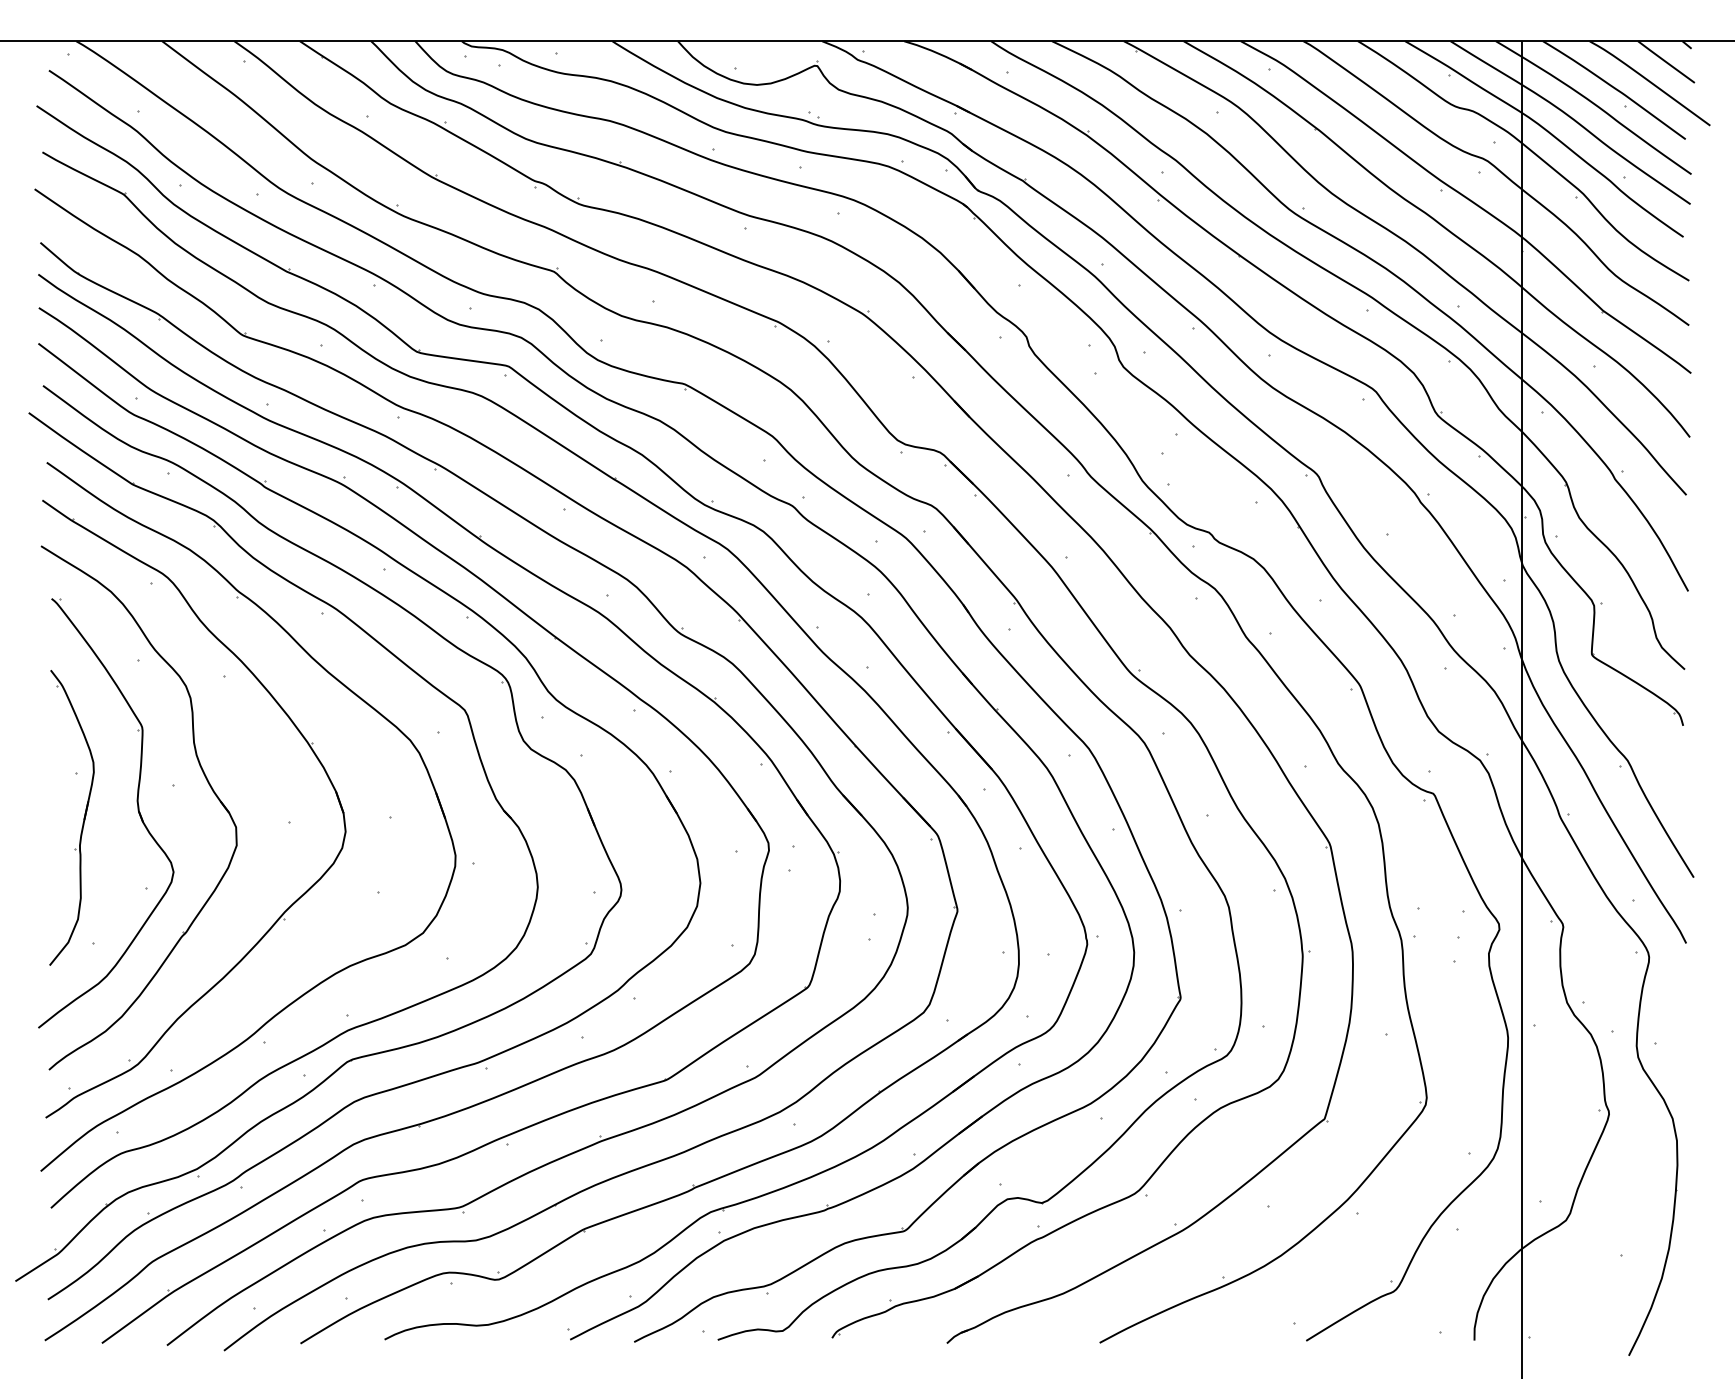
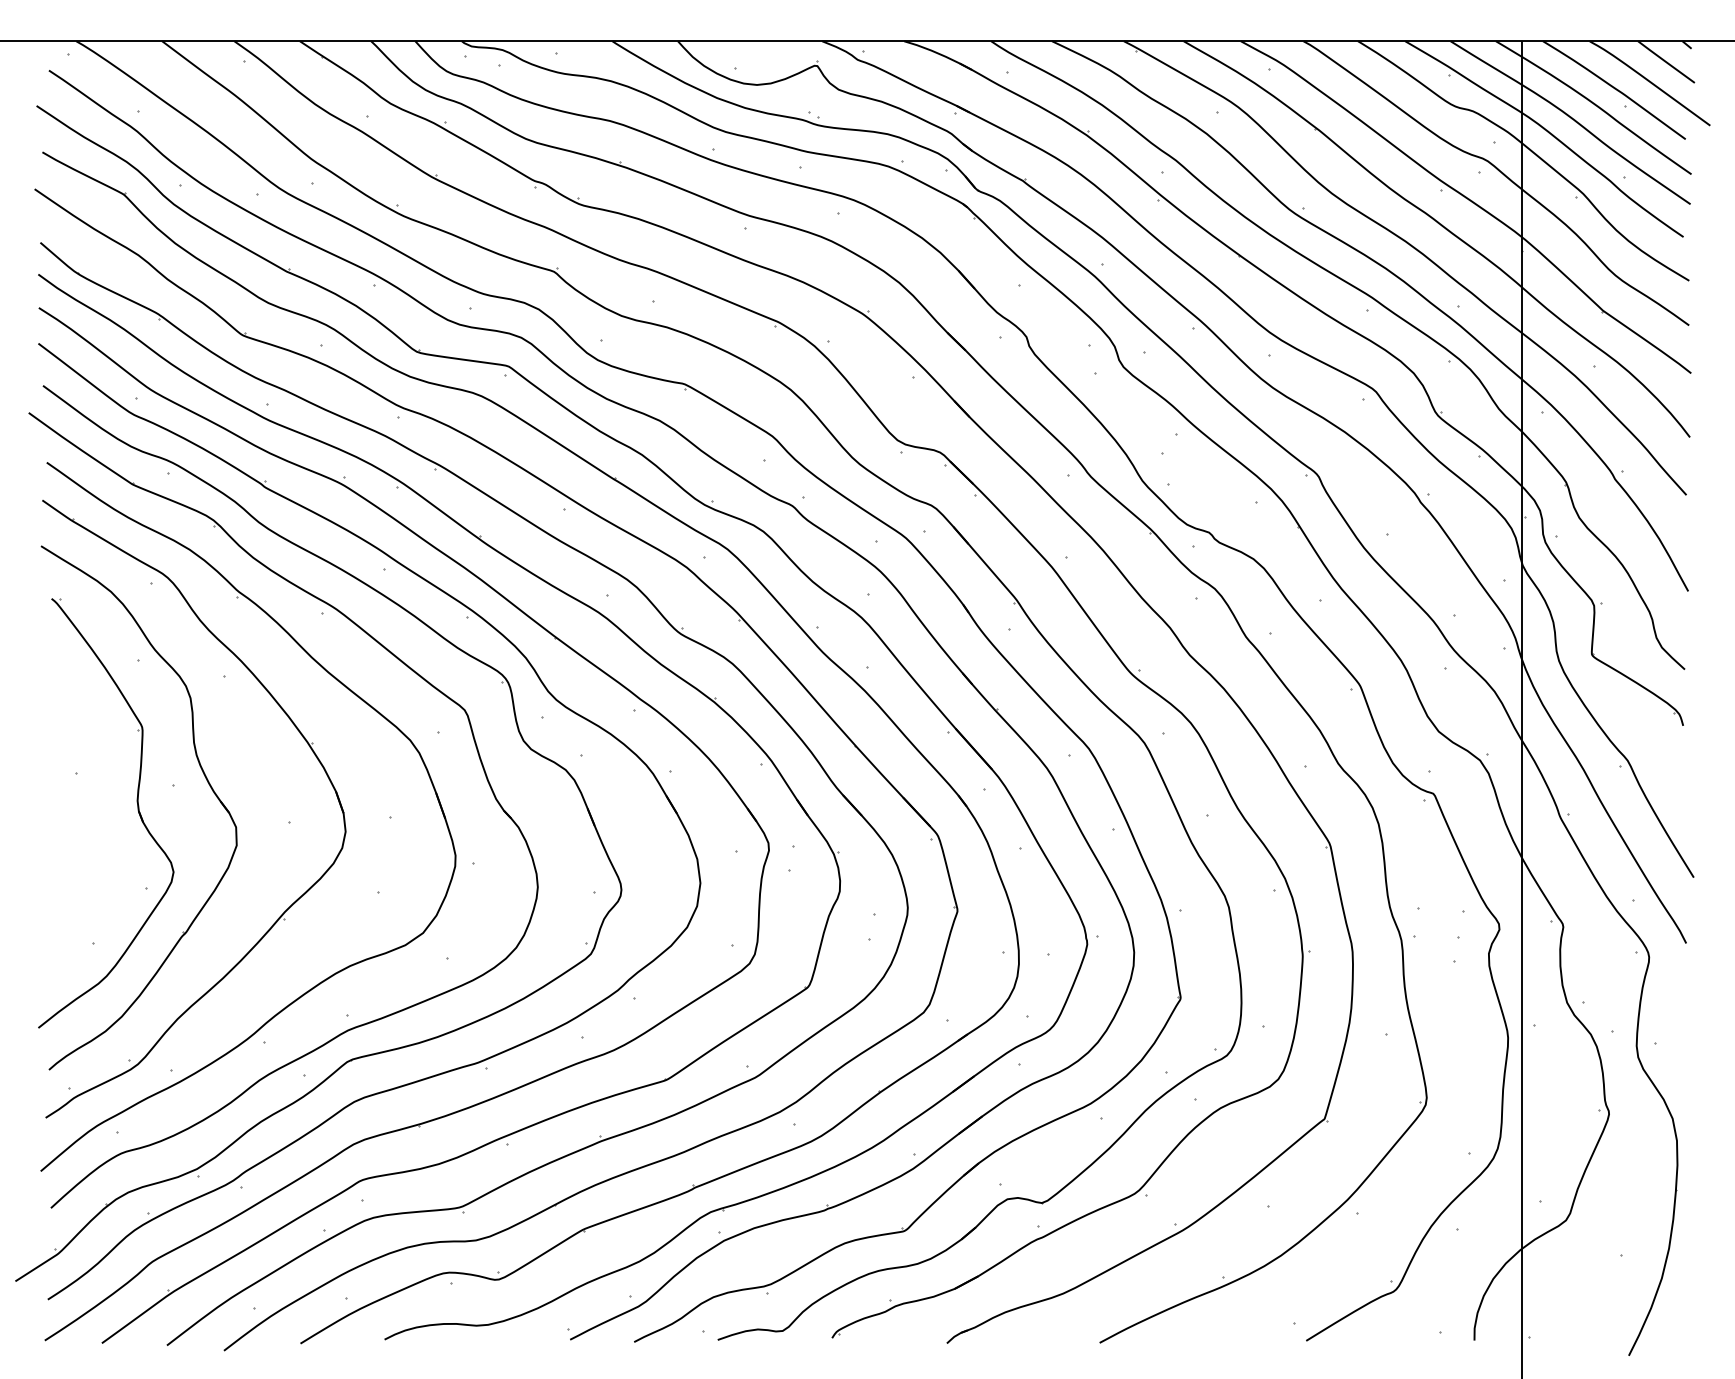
part at (83, 817): present -> none
